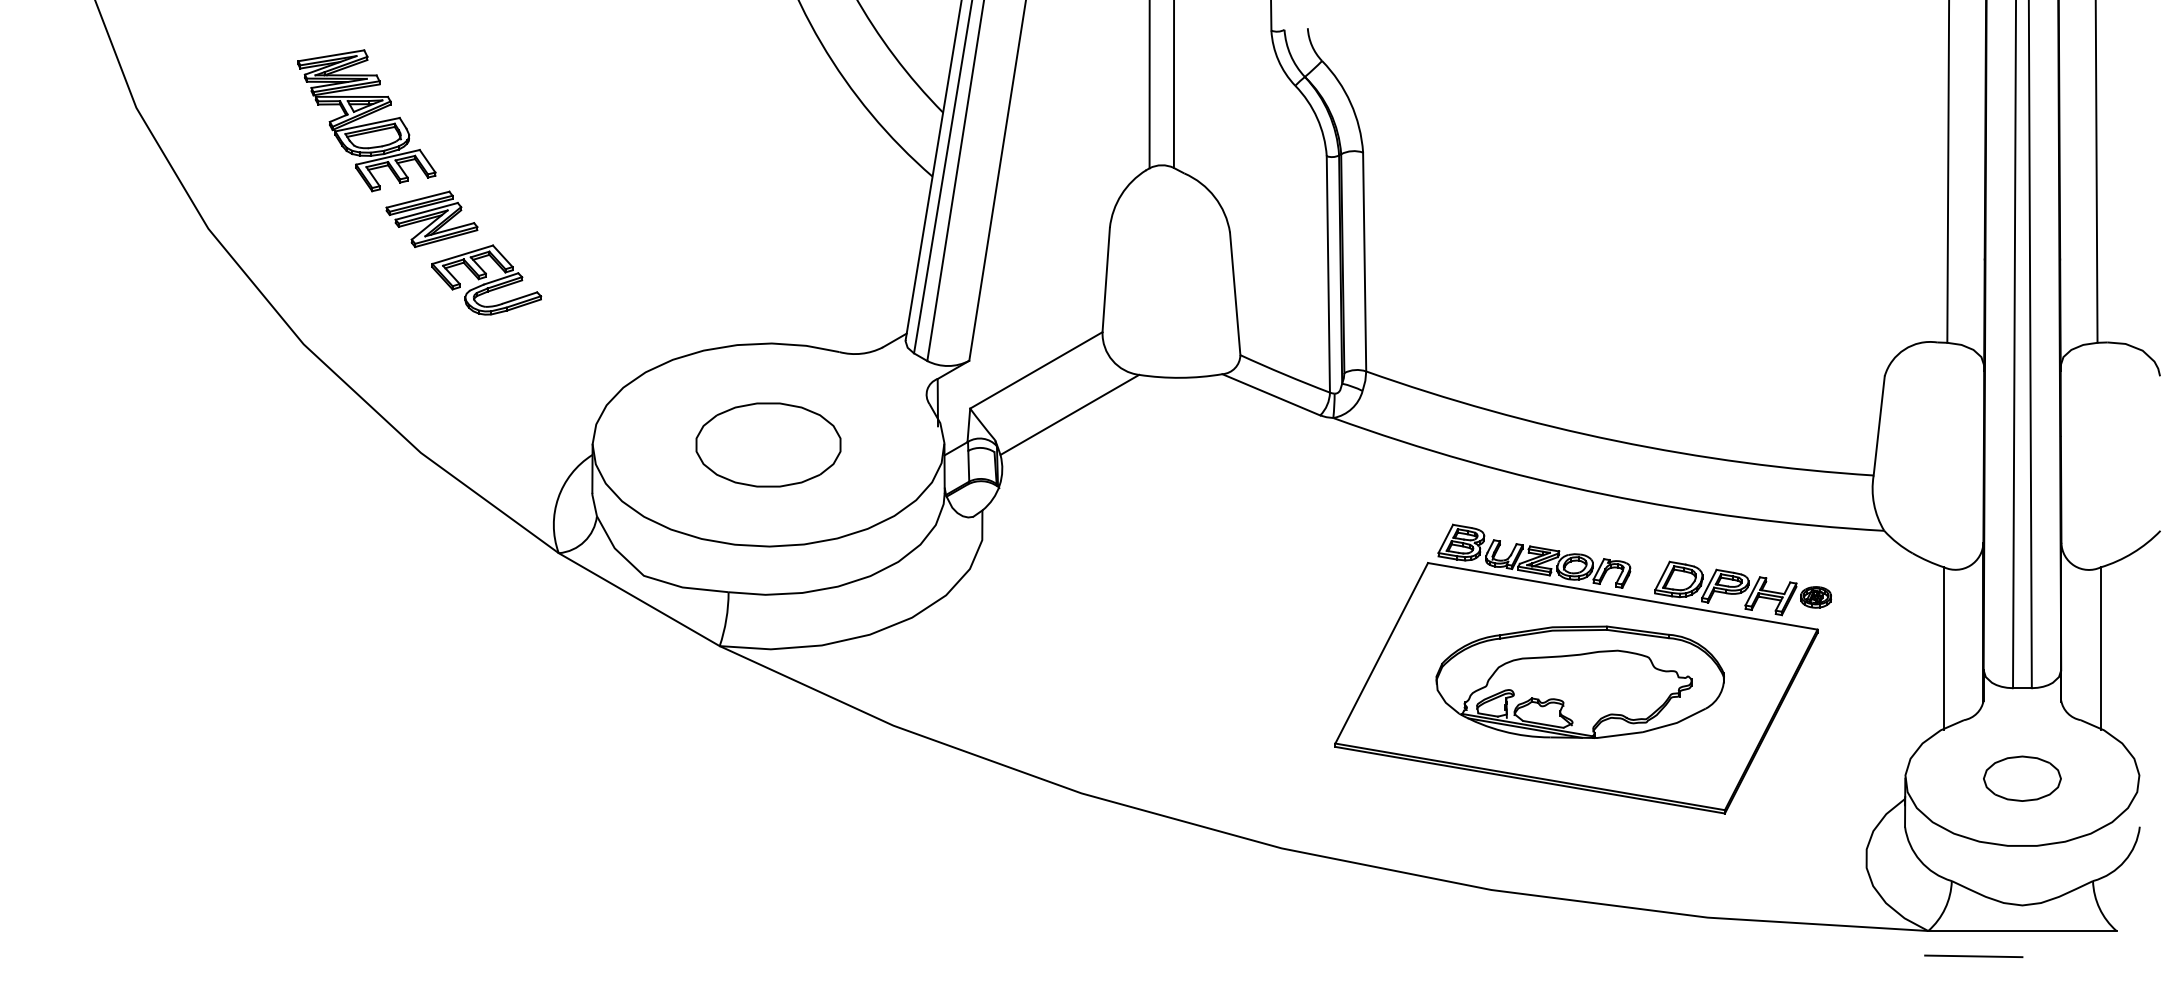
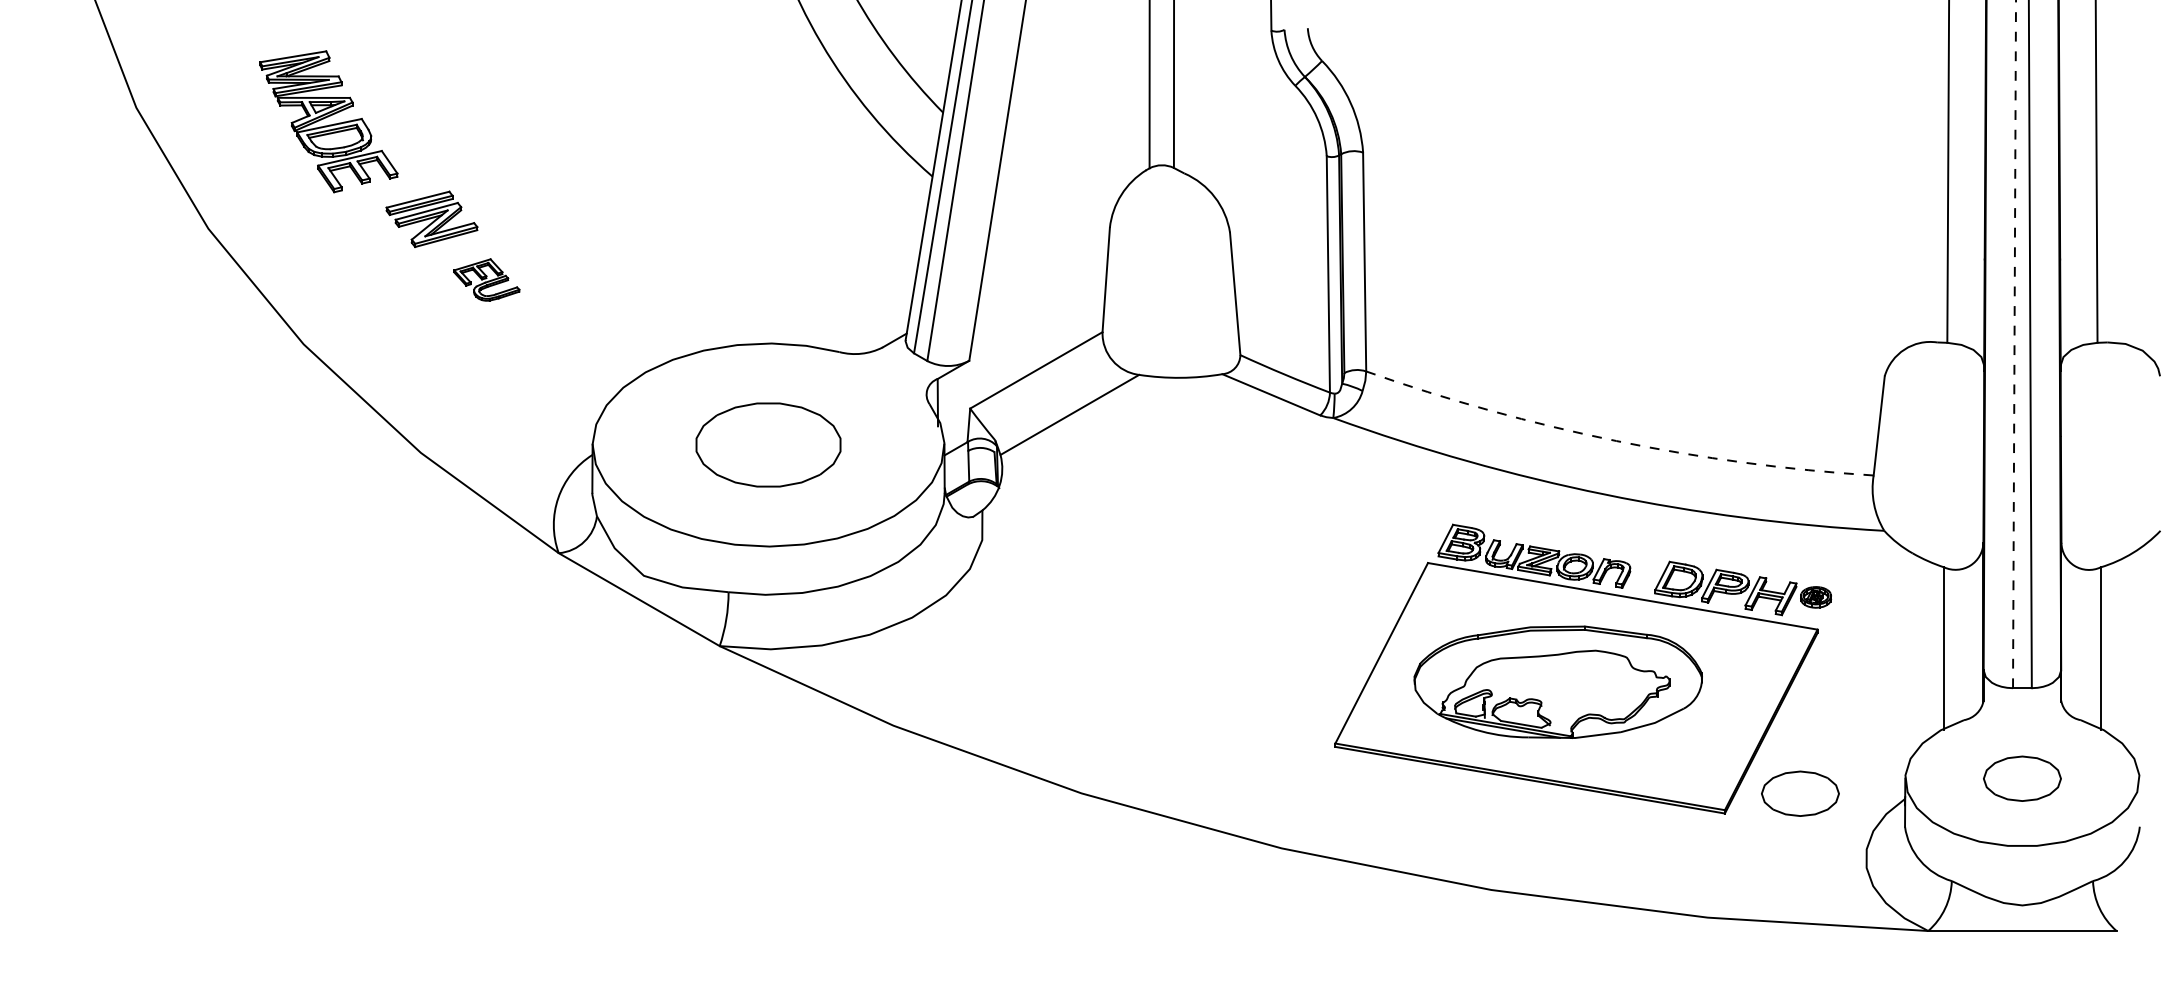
part at (366, 120) position: (366, 120) -> (328, 121)
part at (486, 279) size: 112x72 px -> 68x44 px
line at (2014, 344): solid -> dashed
arc at (1616, 441): solid -> dashed
part at (1579, 681) position: (1579, 681) -> (1557, 681)
part at (1800, 793): none -> present
line at (1973, 956): present -> none
